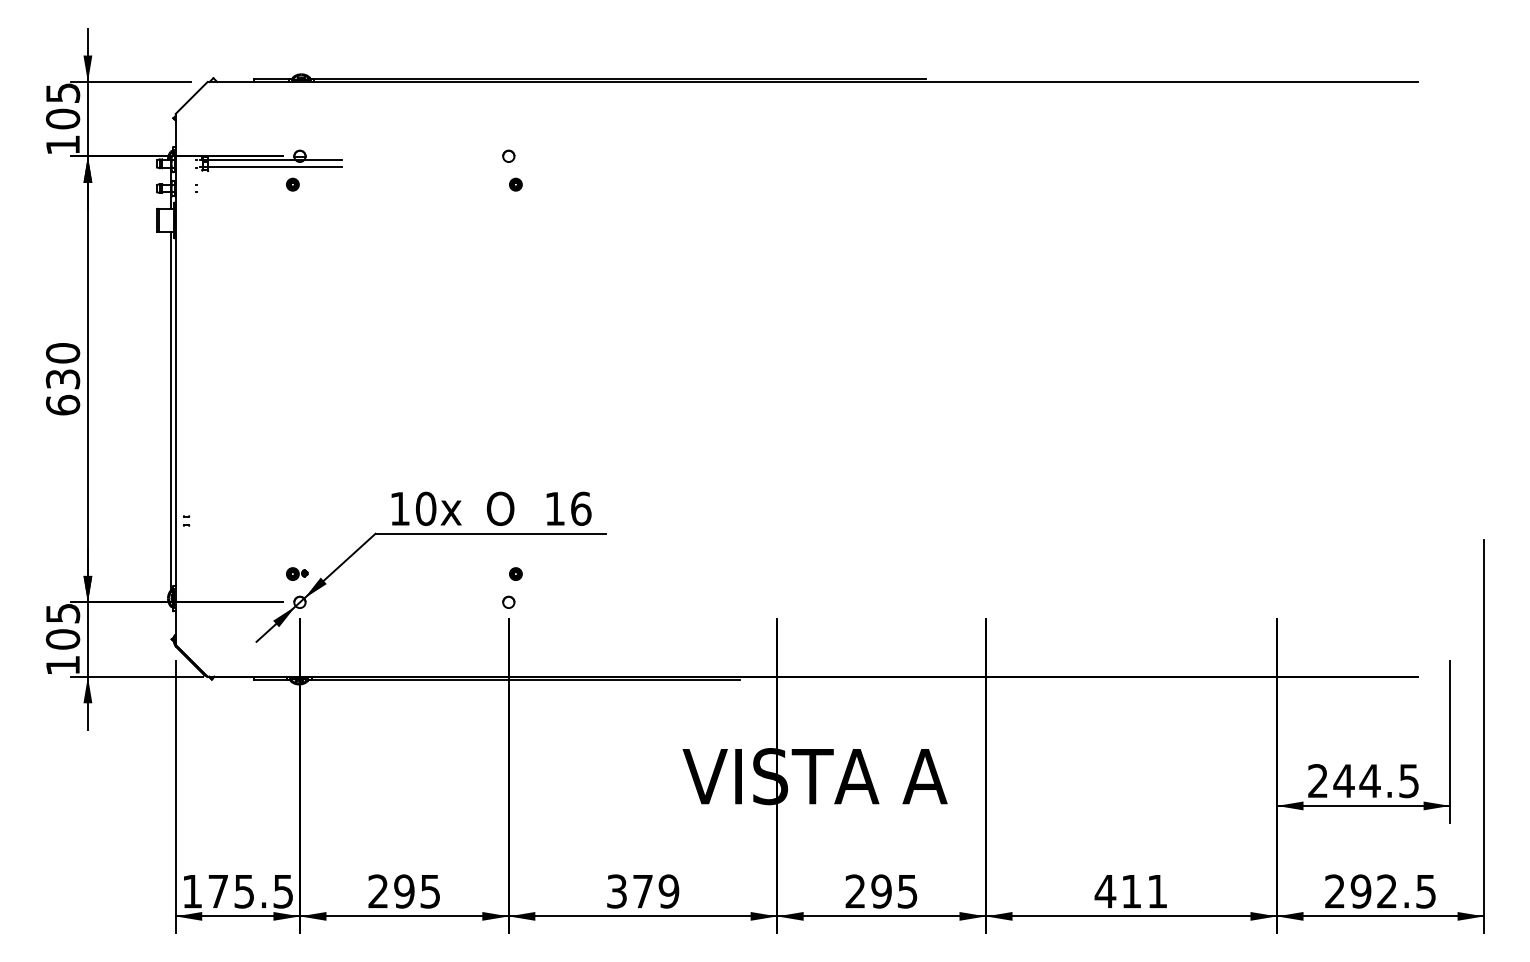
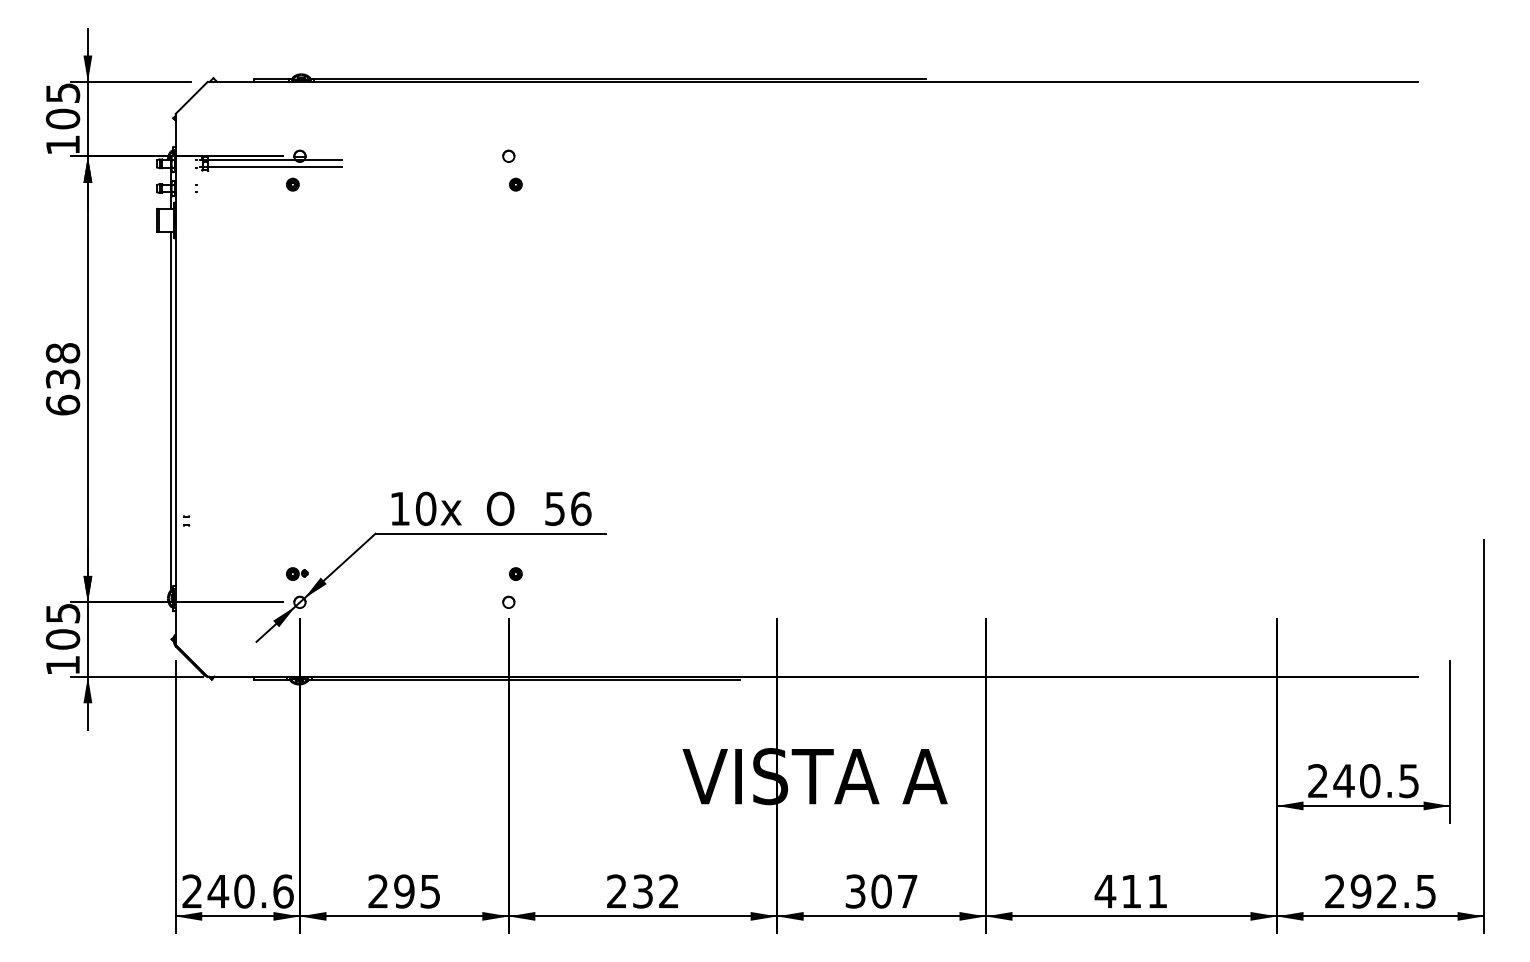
text at (62, 353): 630 -> 638
text at (554, 508): 16 -> 56
text at (1369, 781): 244.5 -> 240.5
text at (237, 891): 175.5 -> 240.6
text at (643, 891): 379 -> 232
text at (881, 891): 295 -> 307
